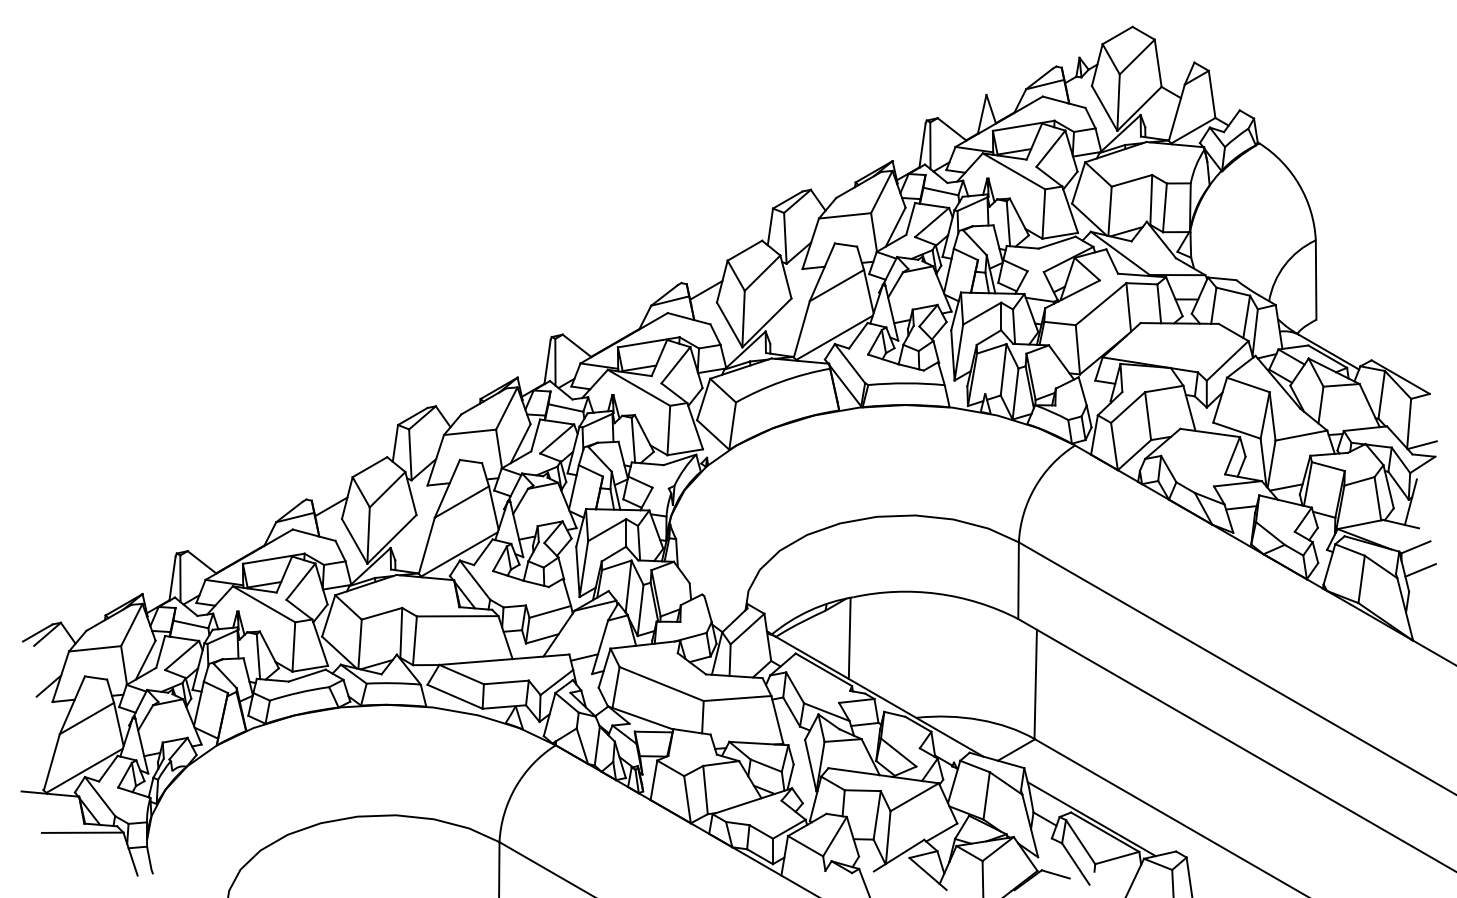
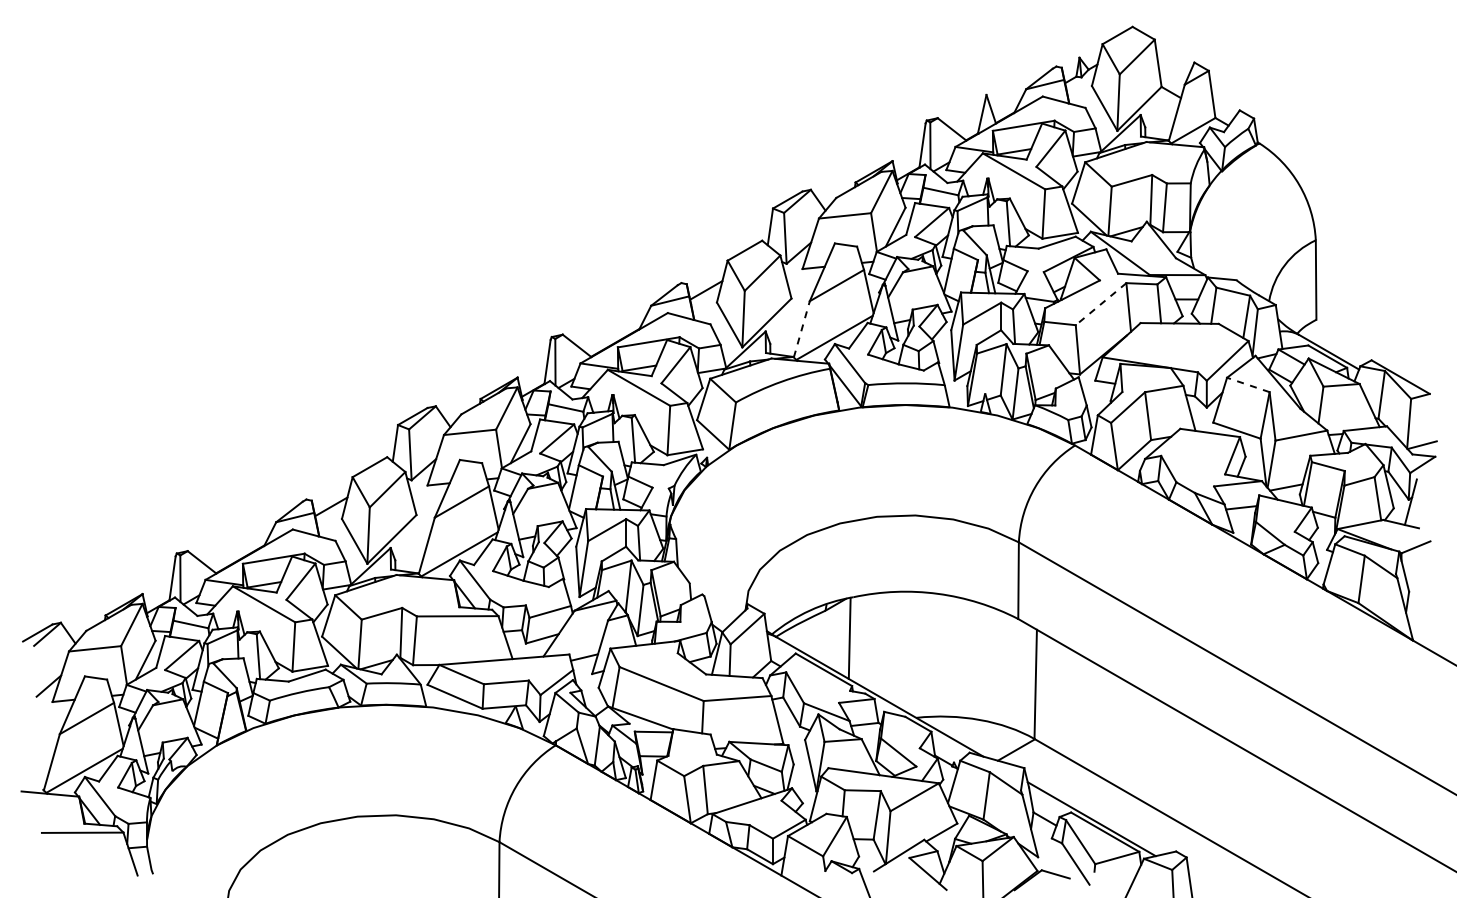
line at (1101, 304): solid -> dashed
line at (801, 328): solid -> dashed
line at (1247, 384): solid -> dashed
line at (1420, 570): present -> none
